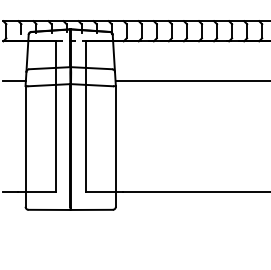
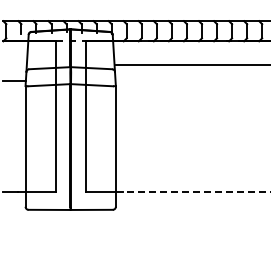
line at (191, 81) position: (191, 81) -> (191, 65)
line at (196, 191): solid -> dashed
